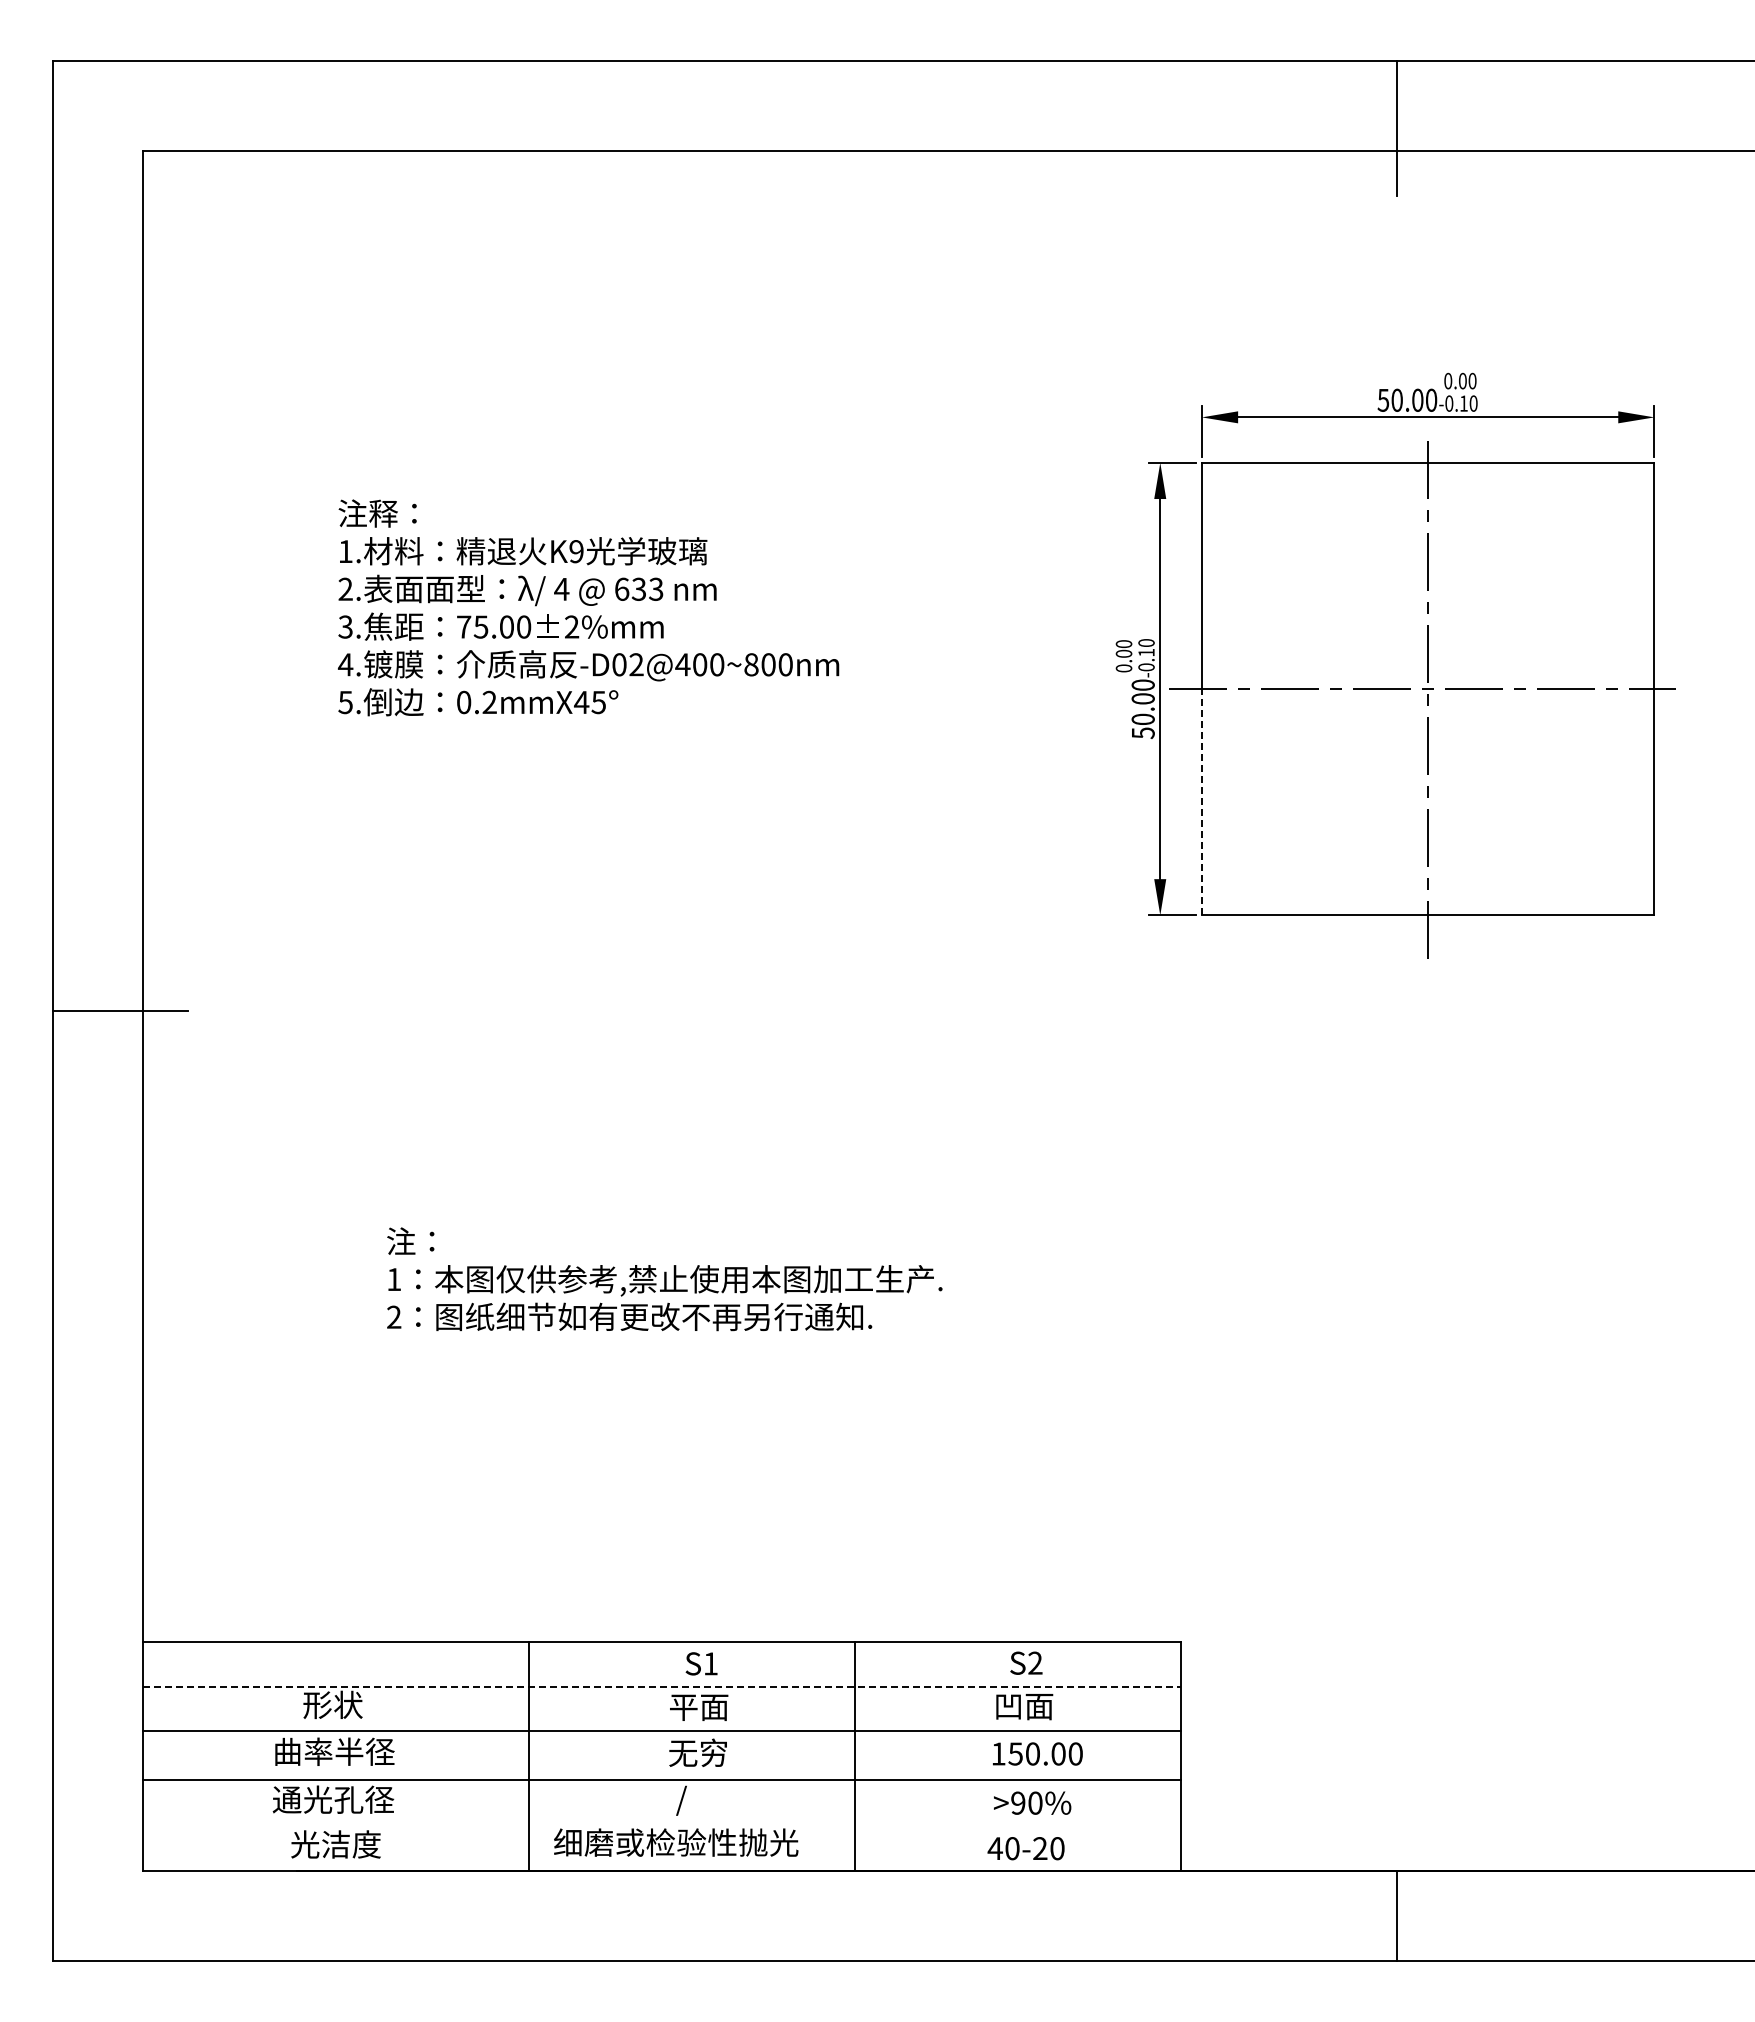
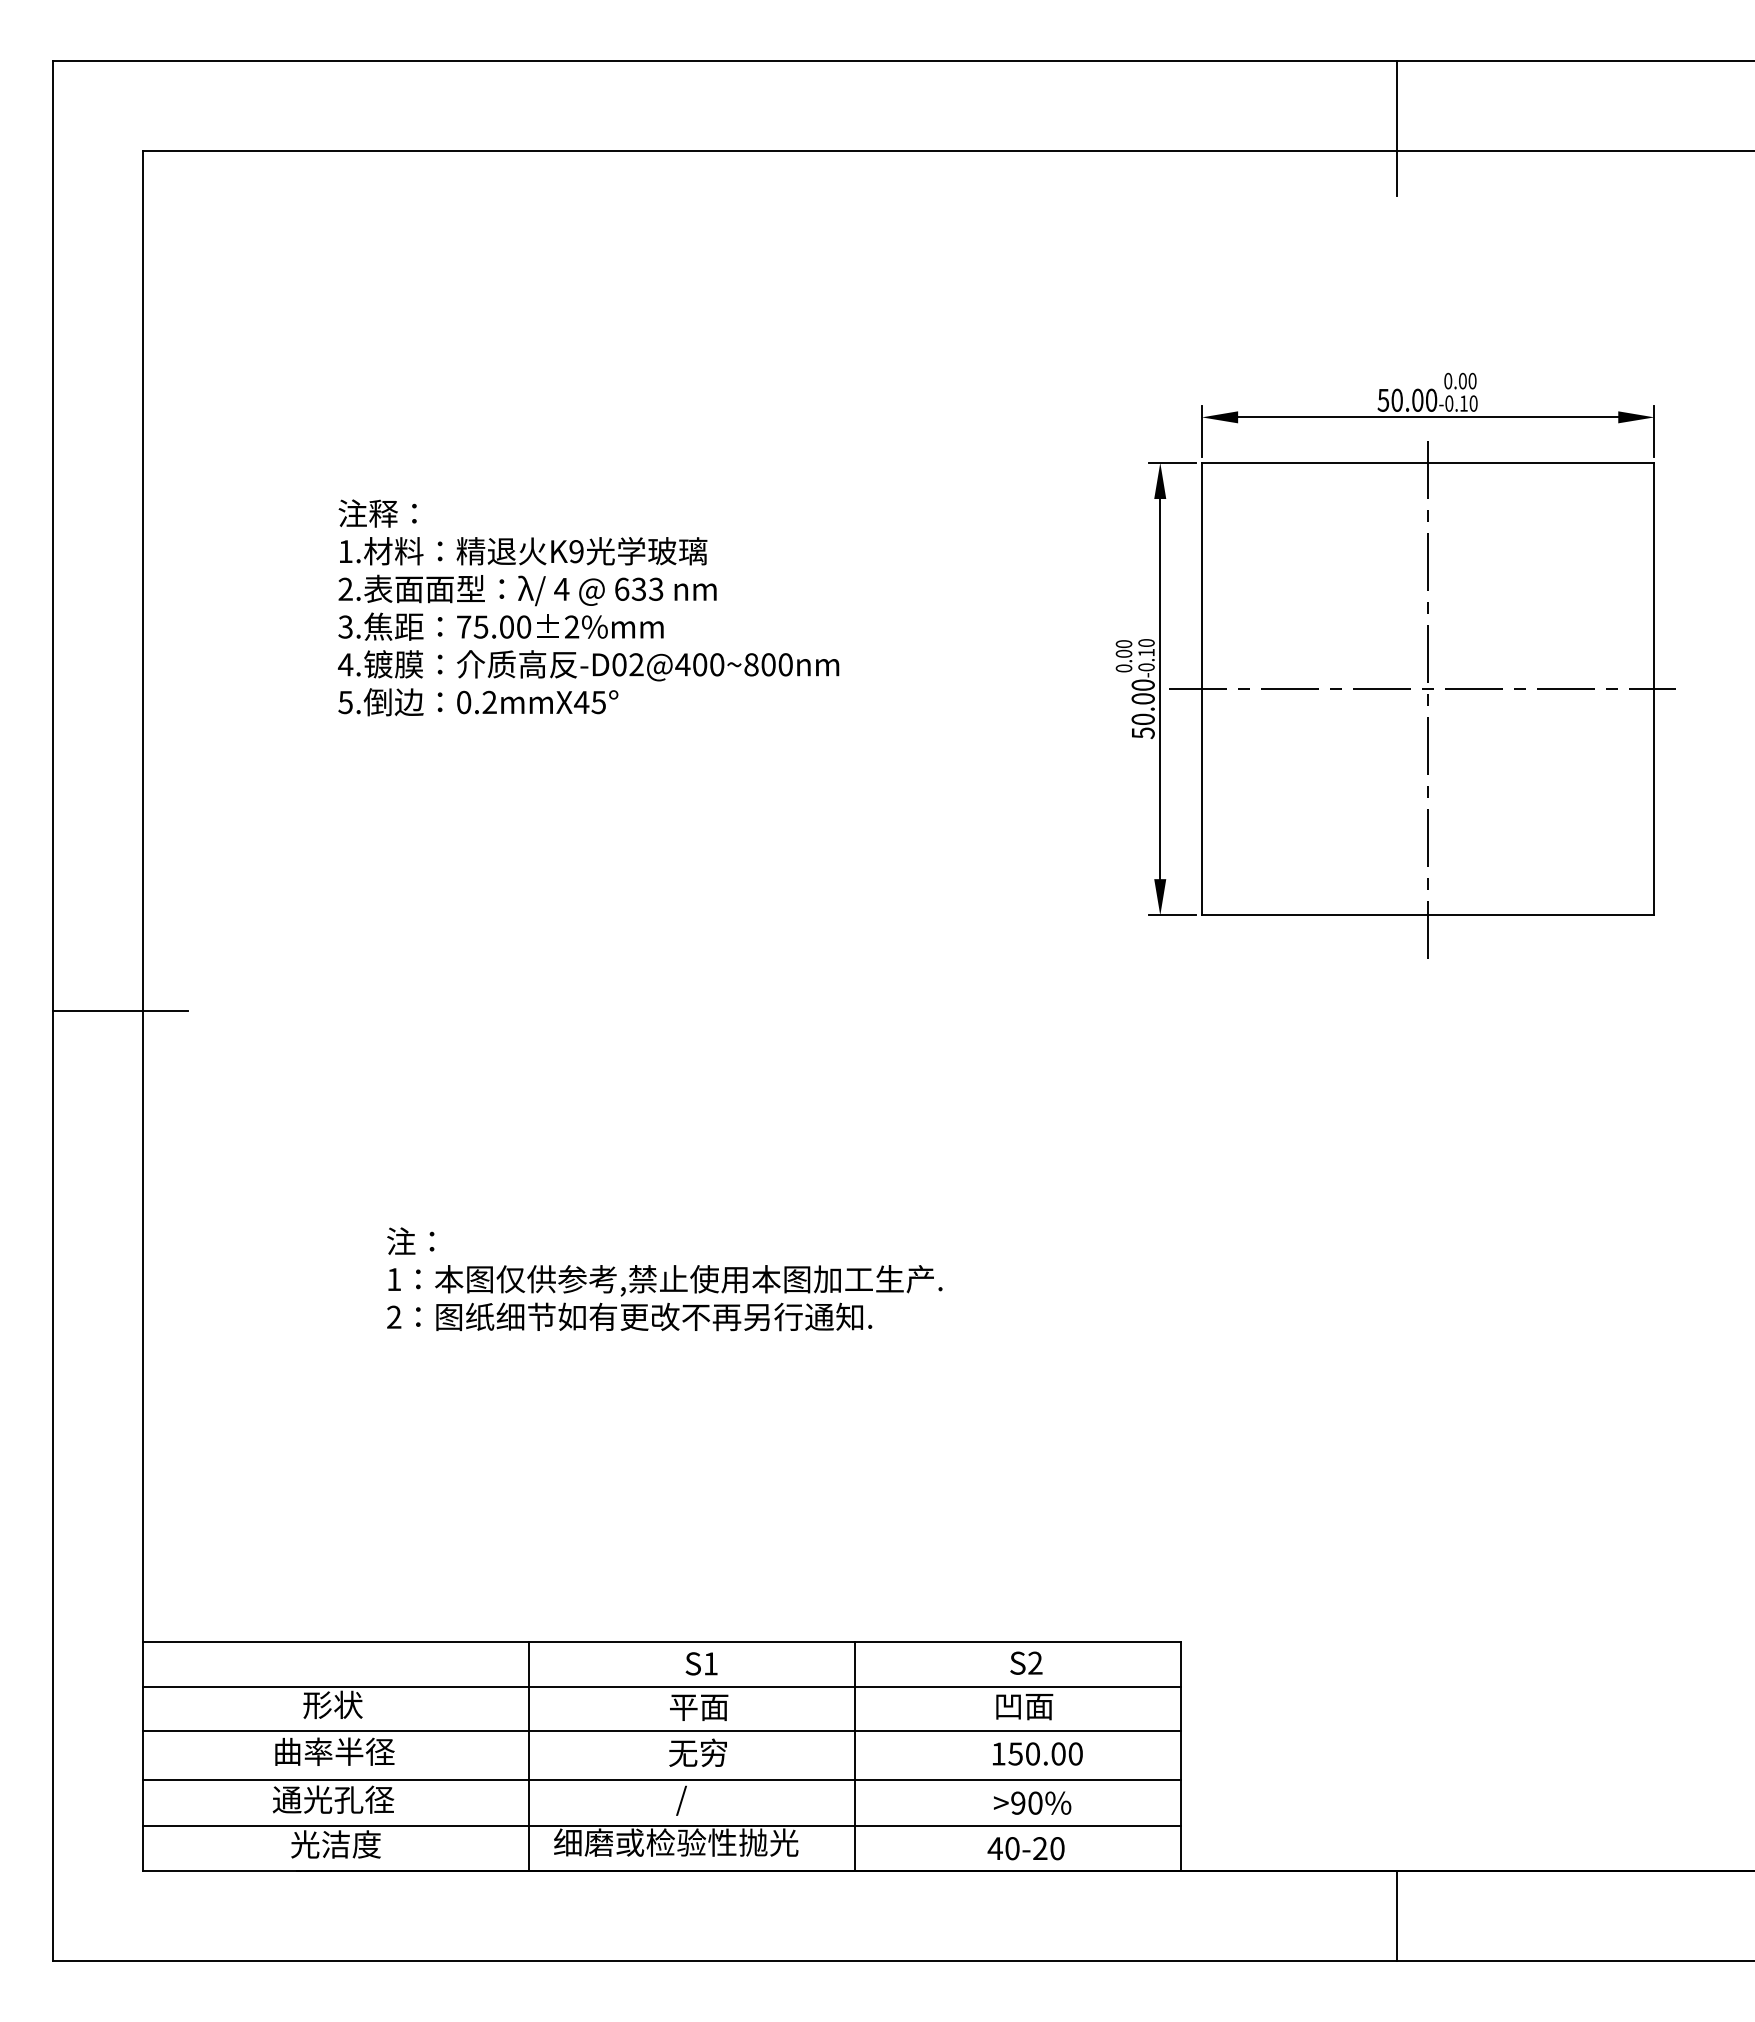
line at (1201, 801): dashed -> solid
line at (661, 1686): dashed -> solid
line at (661, 1825): none -> present
